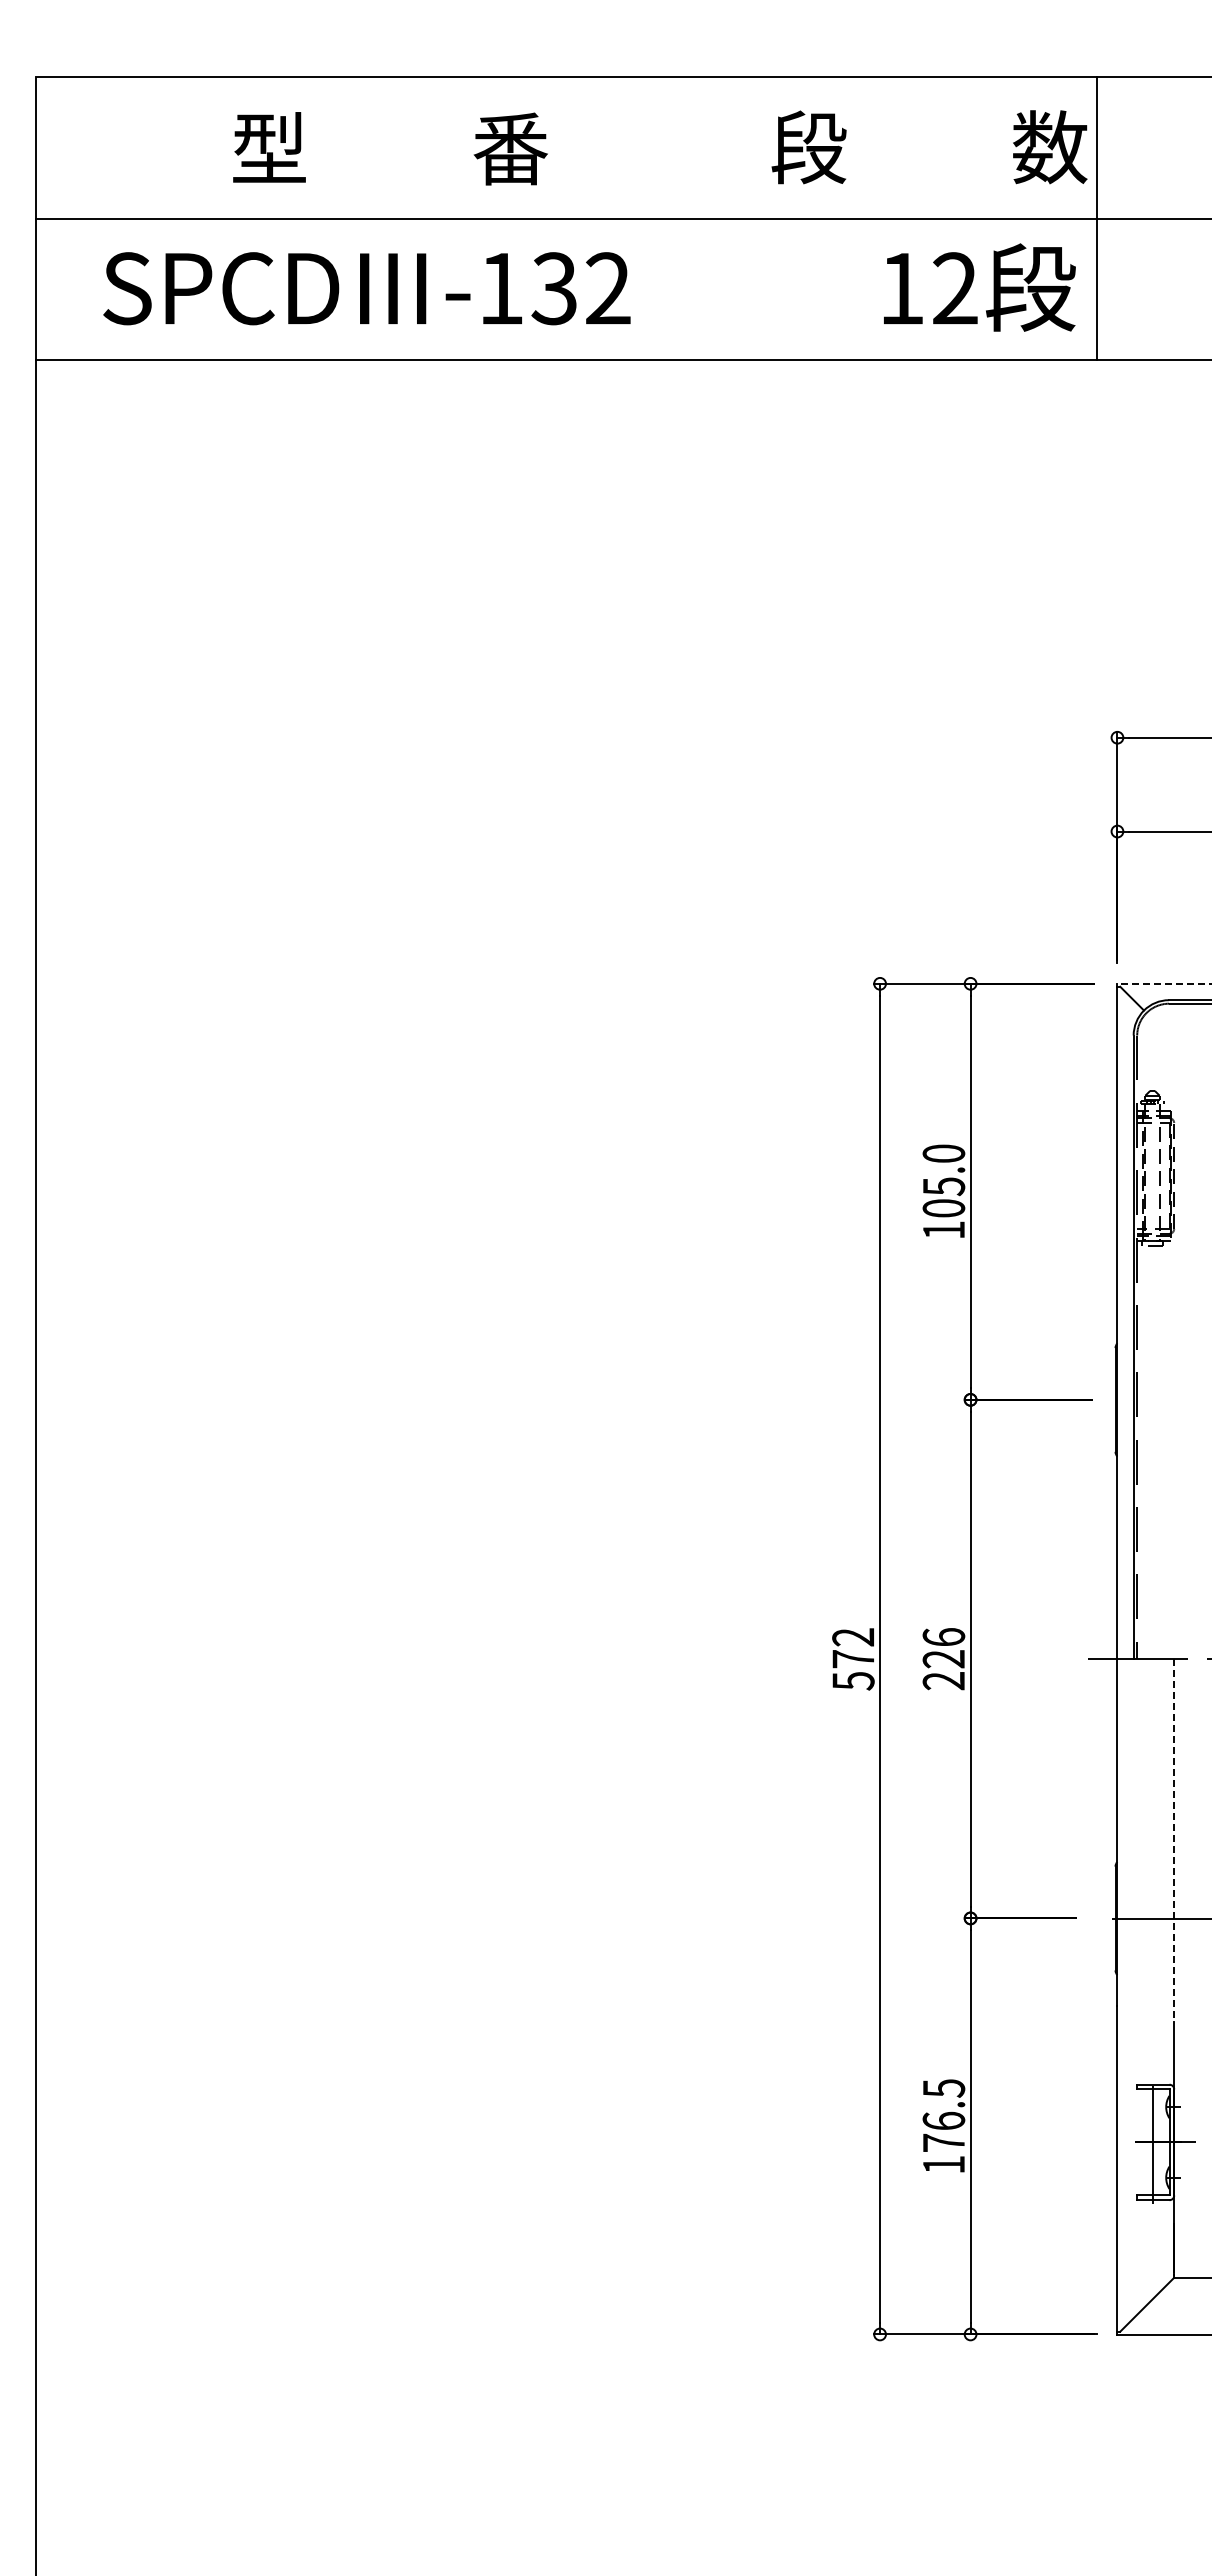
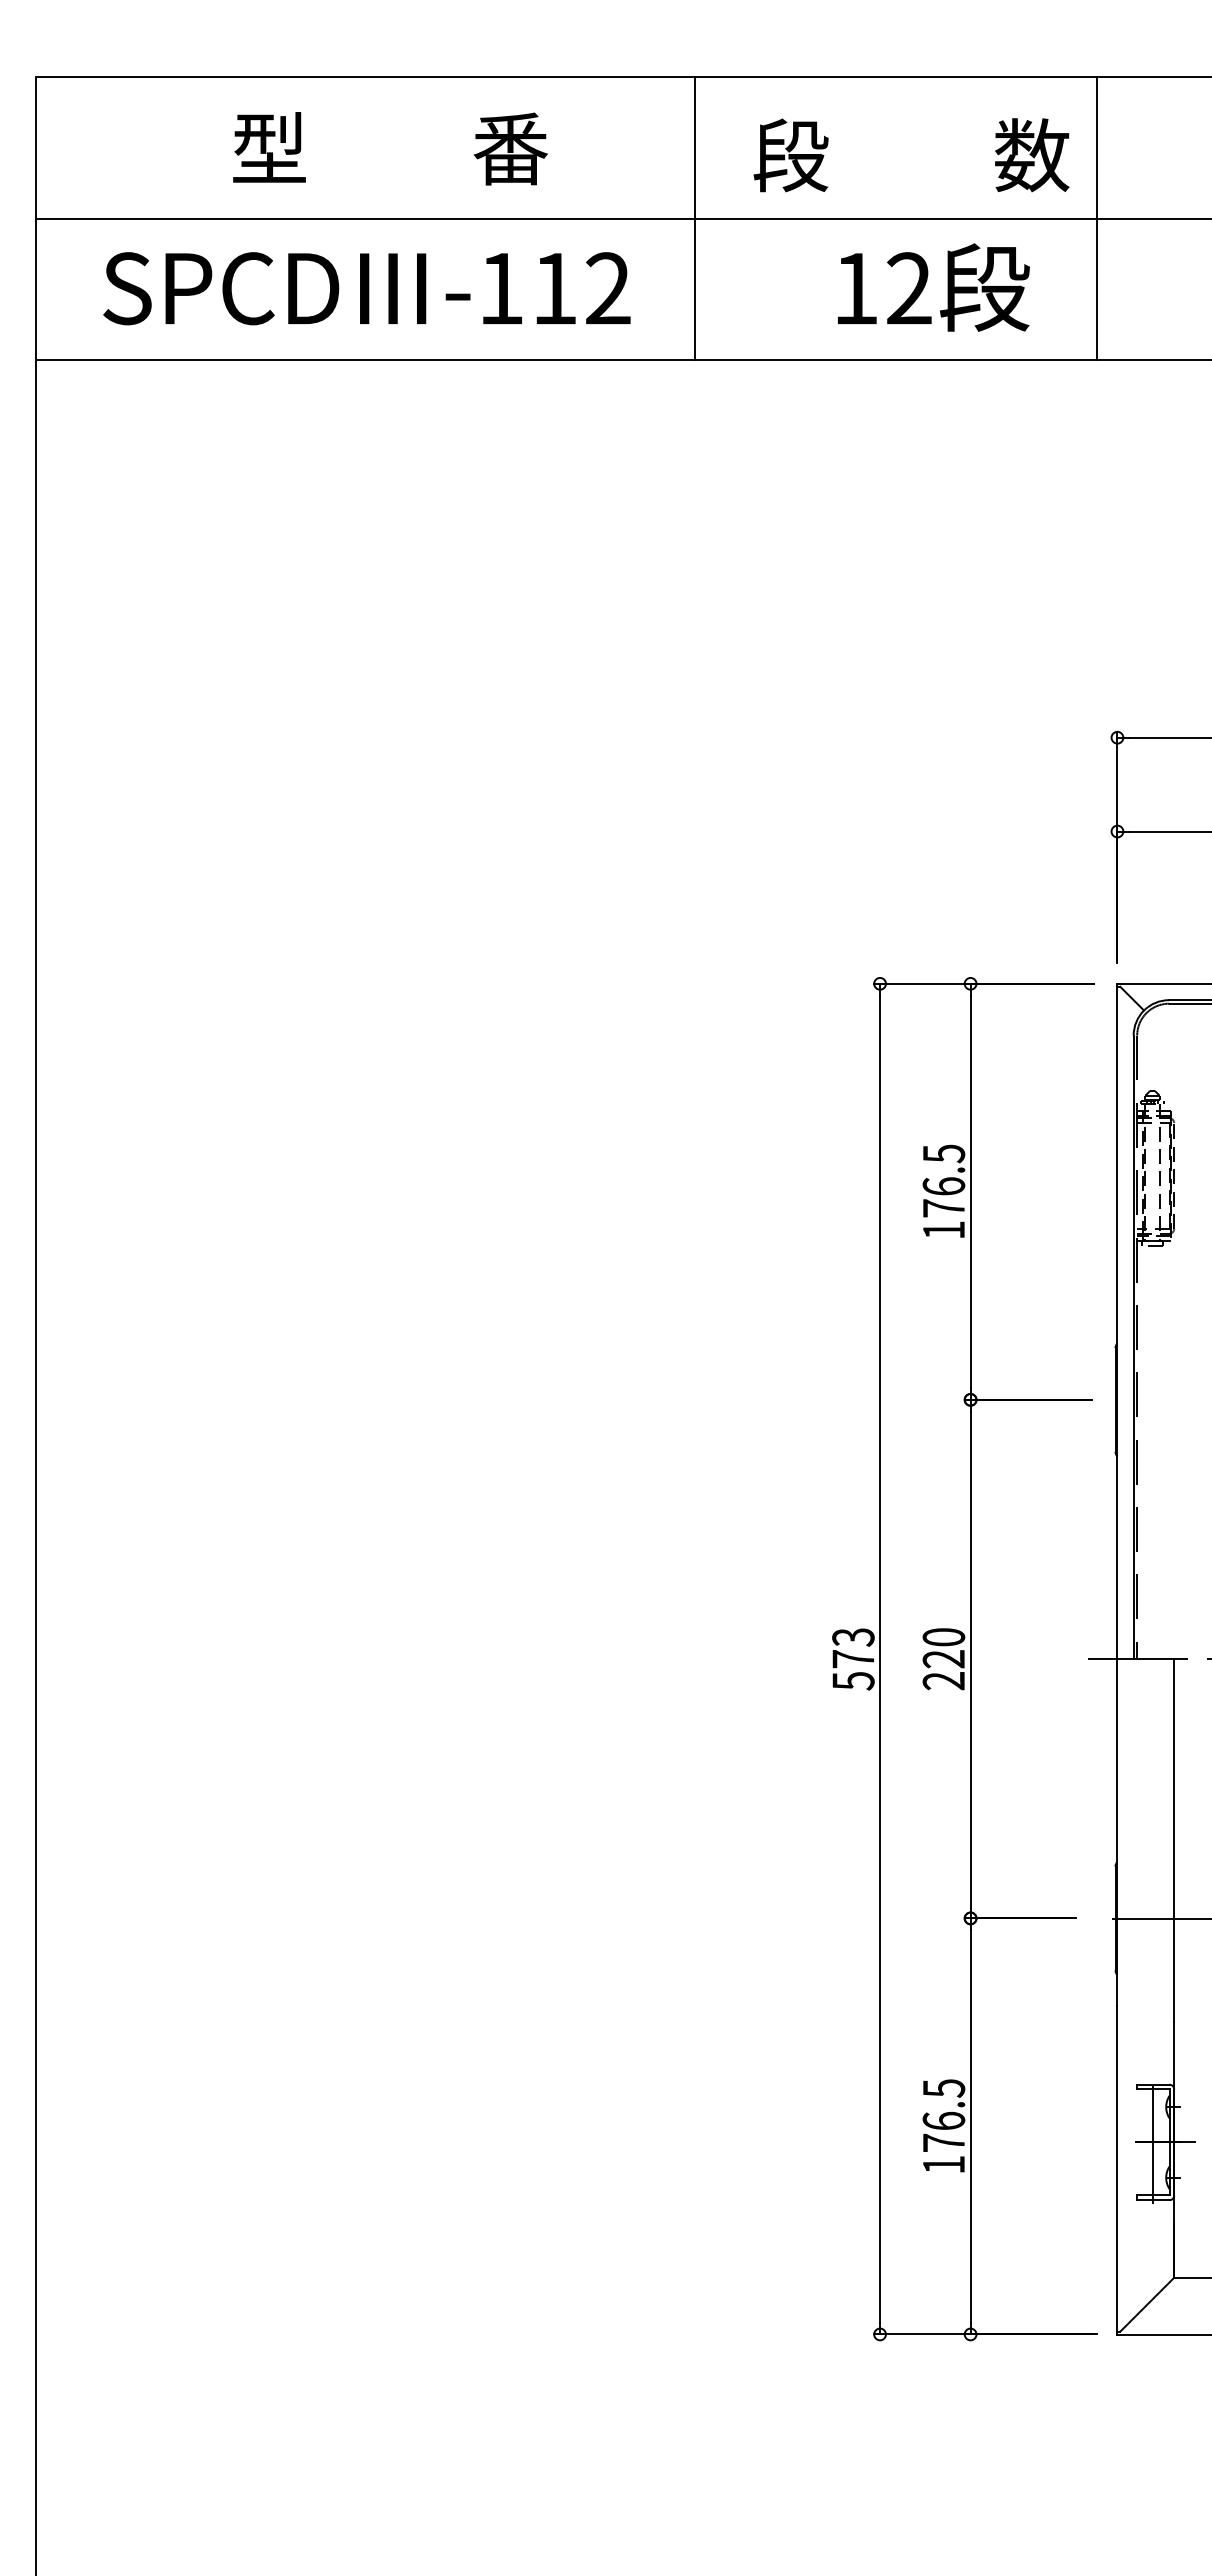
text at (929, 147) position: (929, 147) -> (911, 155)
line at (695, 218): none -> present
text at (979, 287) position: (979, 287) -> (933, 287)
text at (553, 288): -132 -> -112
line at (1164, 983): dashed -> solid
text at (943, 1180): 105.0 -> 176.5
text at (853, 1637): 572 -> 573
text at (943, 1637): 226 -> 220
line at (1174, 1841): dashed -> solid
